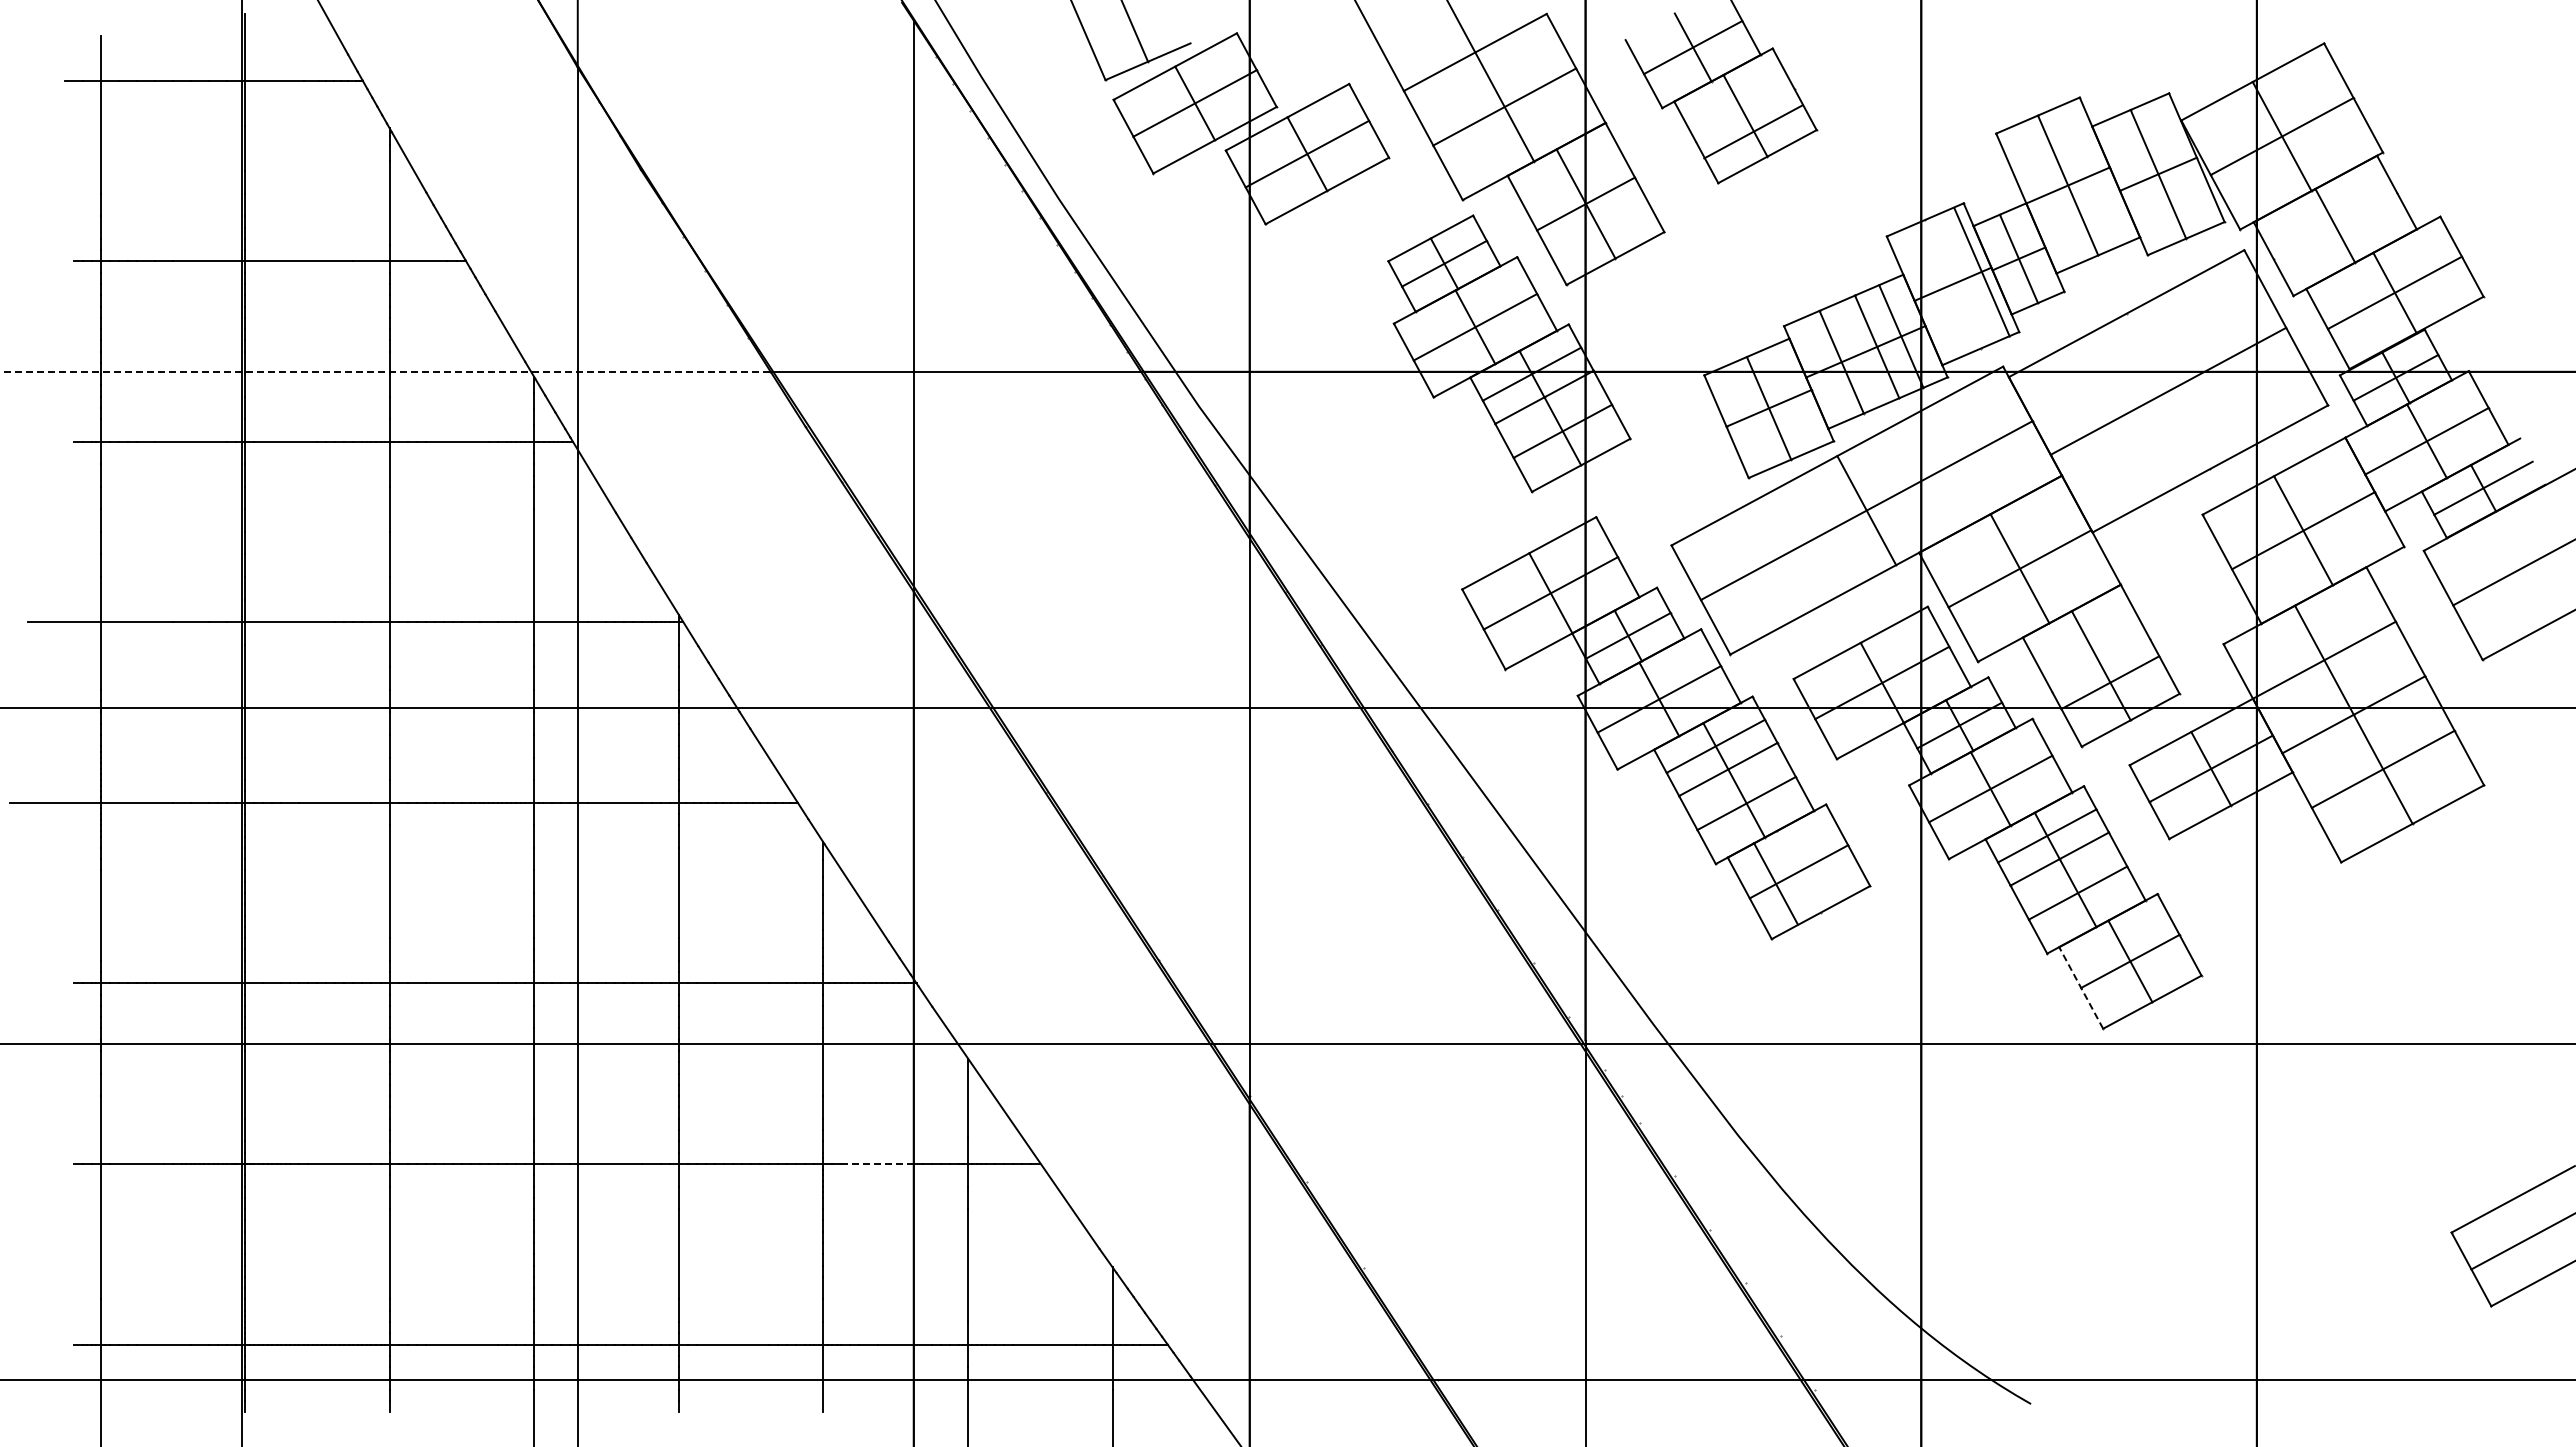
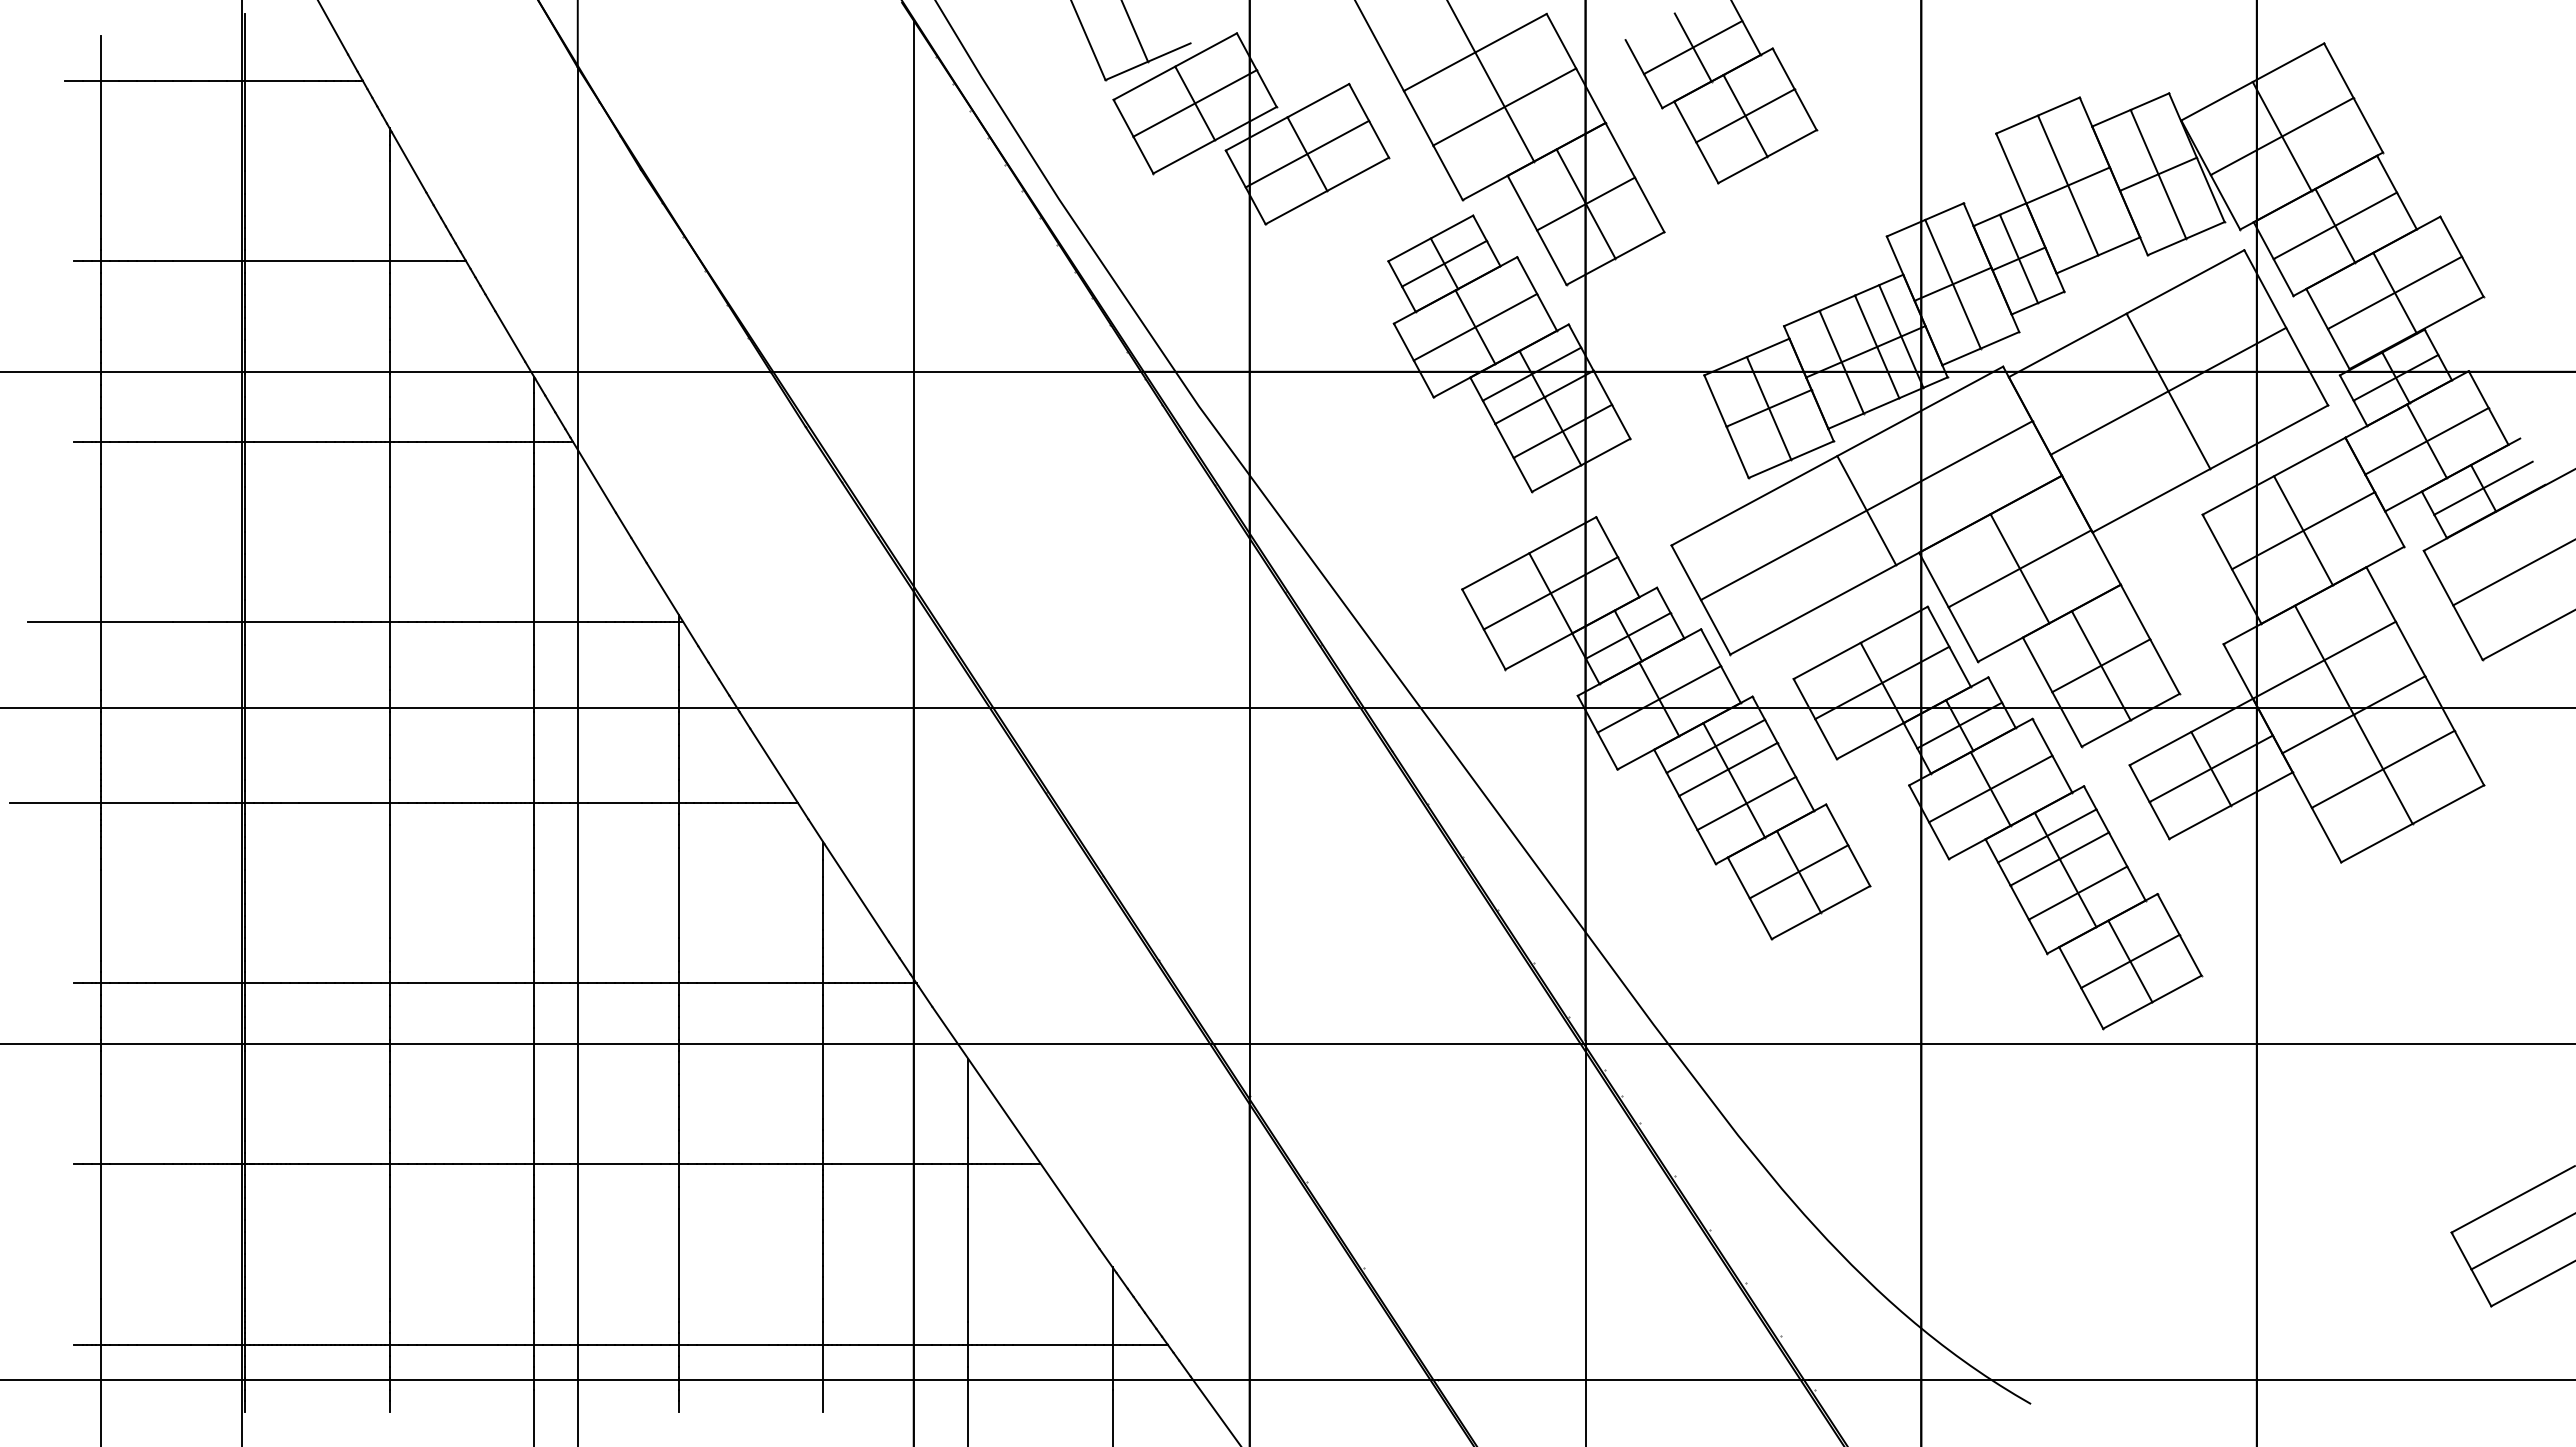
line at (1753, 131) position: (1753, 131) -> (1745, 115)
line at (2334, 225): none -> present
line at (1981, 271) position: (1981, 271) -> (1952, 283)
line at (385, 371): dashed -> solid
line at (2168, 390): none -> present
line at (2110, 682) position: (2110, 682) -> (2101, 665)
line at (1775, 883) position: (1775, 883) -> (1798, 871)
line at (2080, 987): dashed -> solid
line at (878, 1163): dashed -> solid
